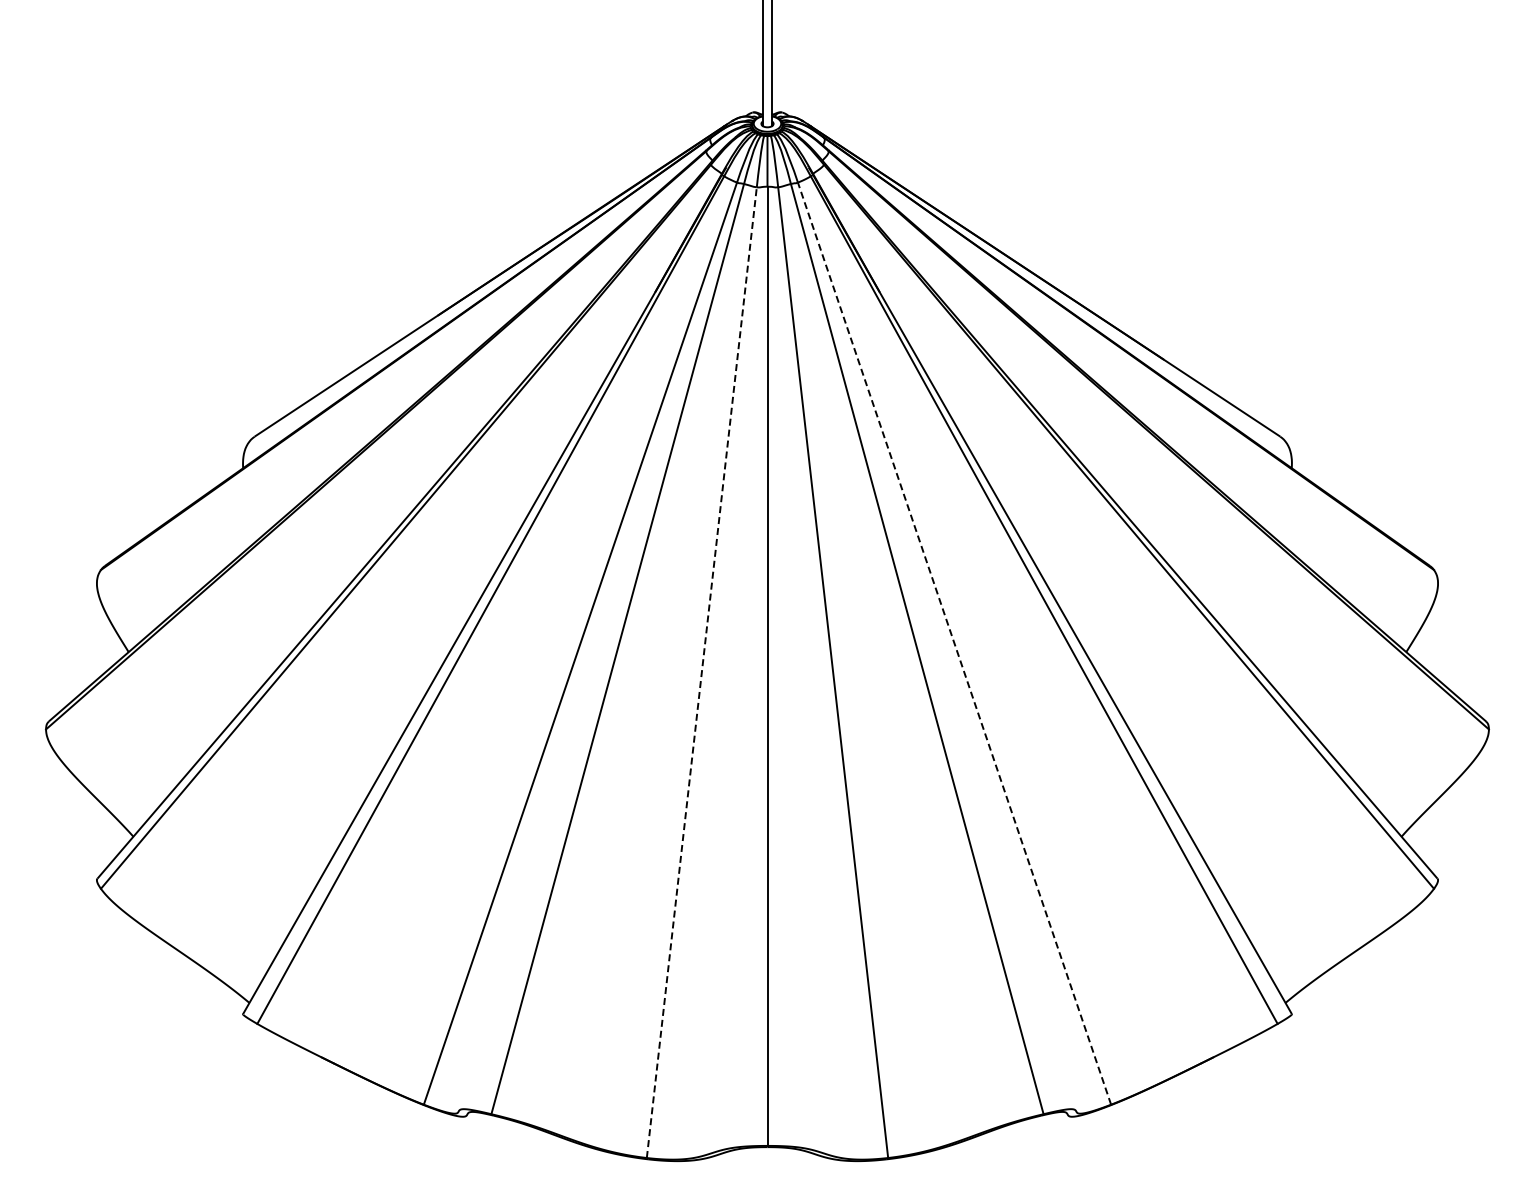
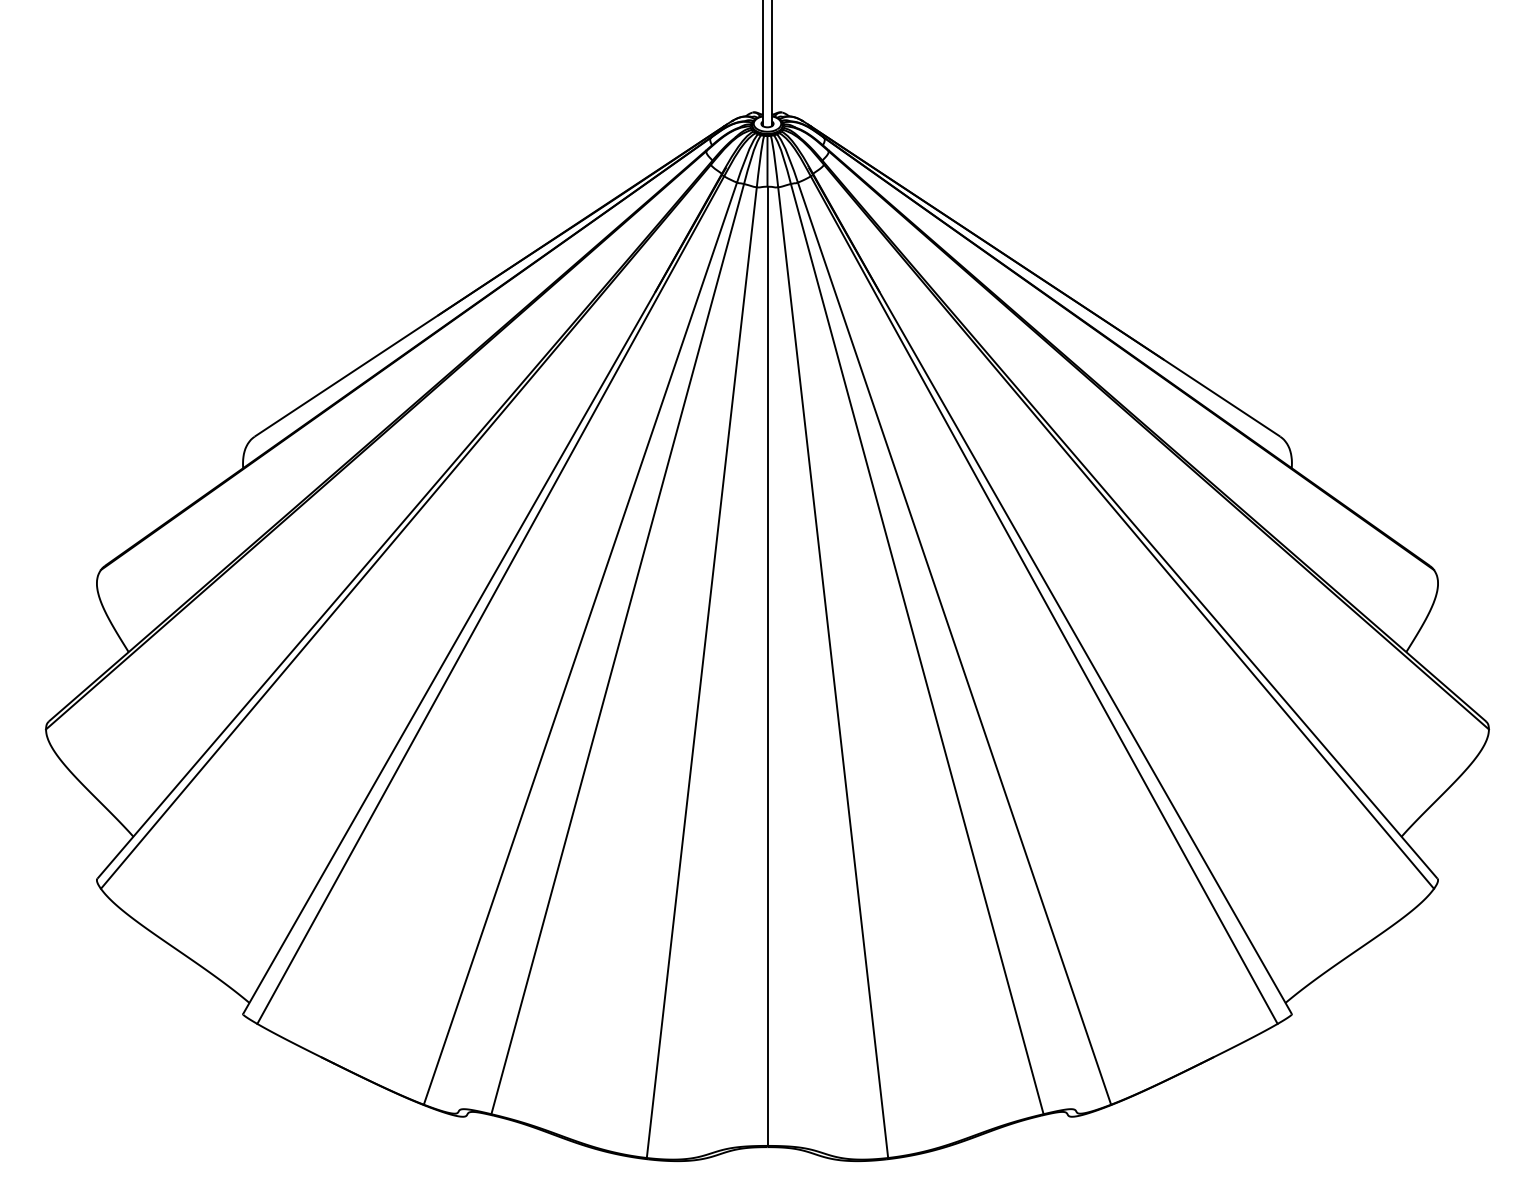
line at (954, 643): dashed -> solid
line at (701, 672): dashed -> solid
